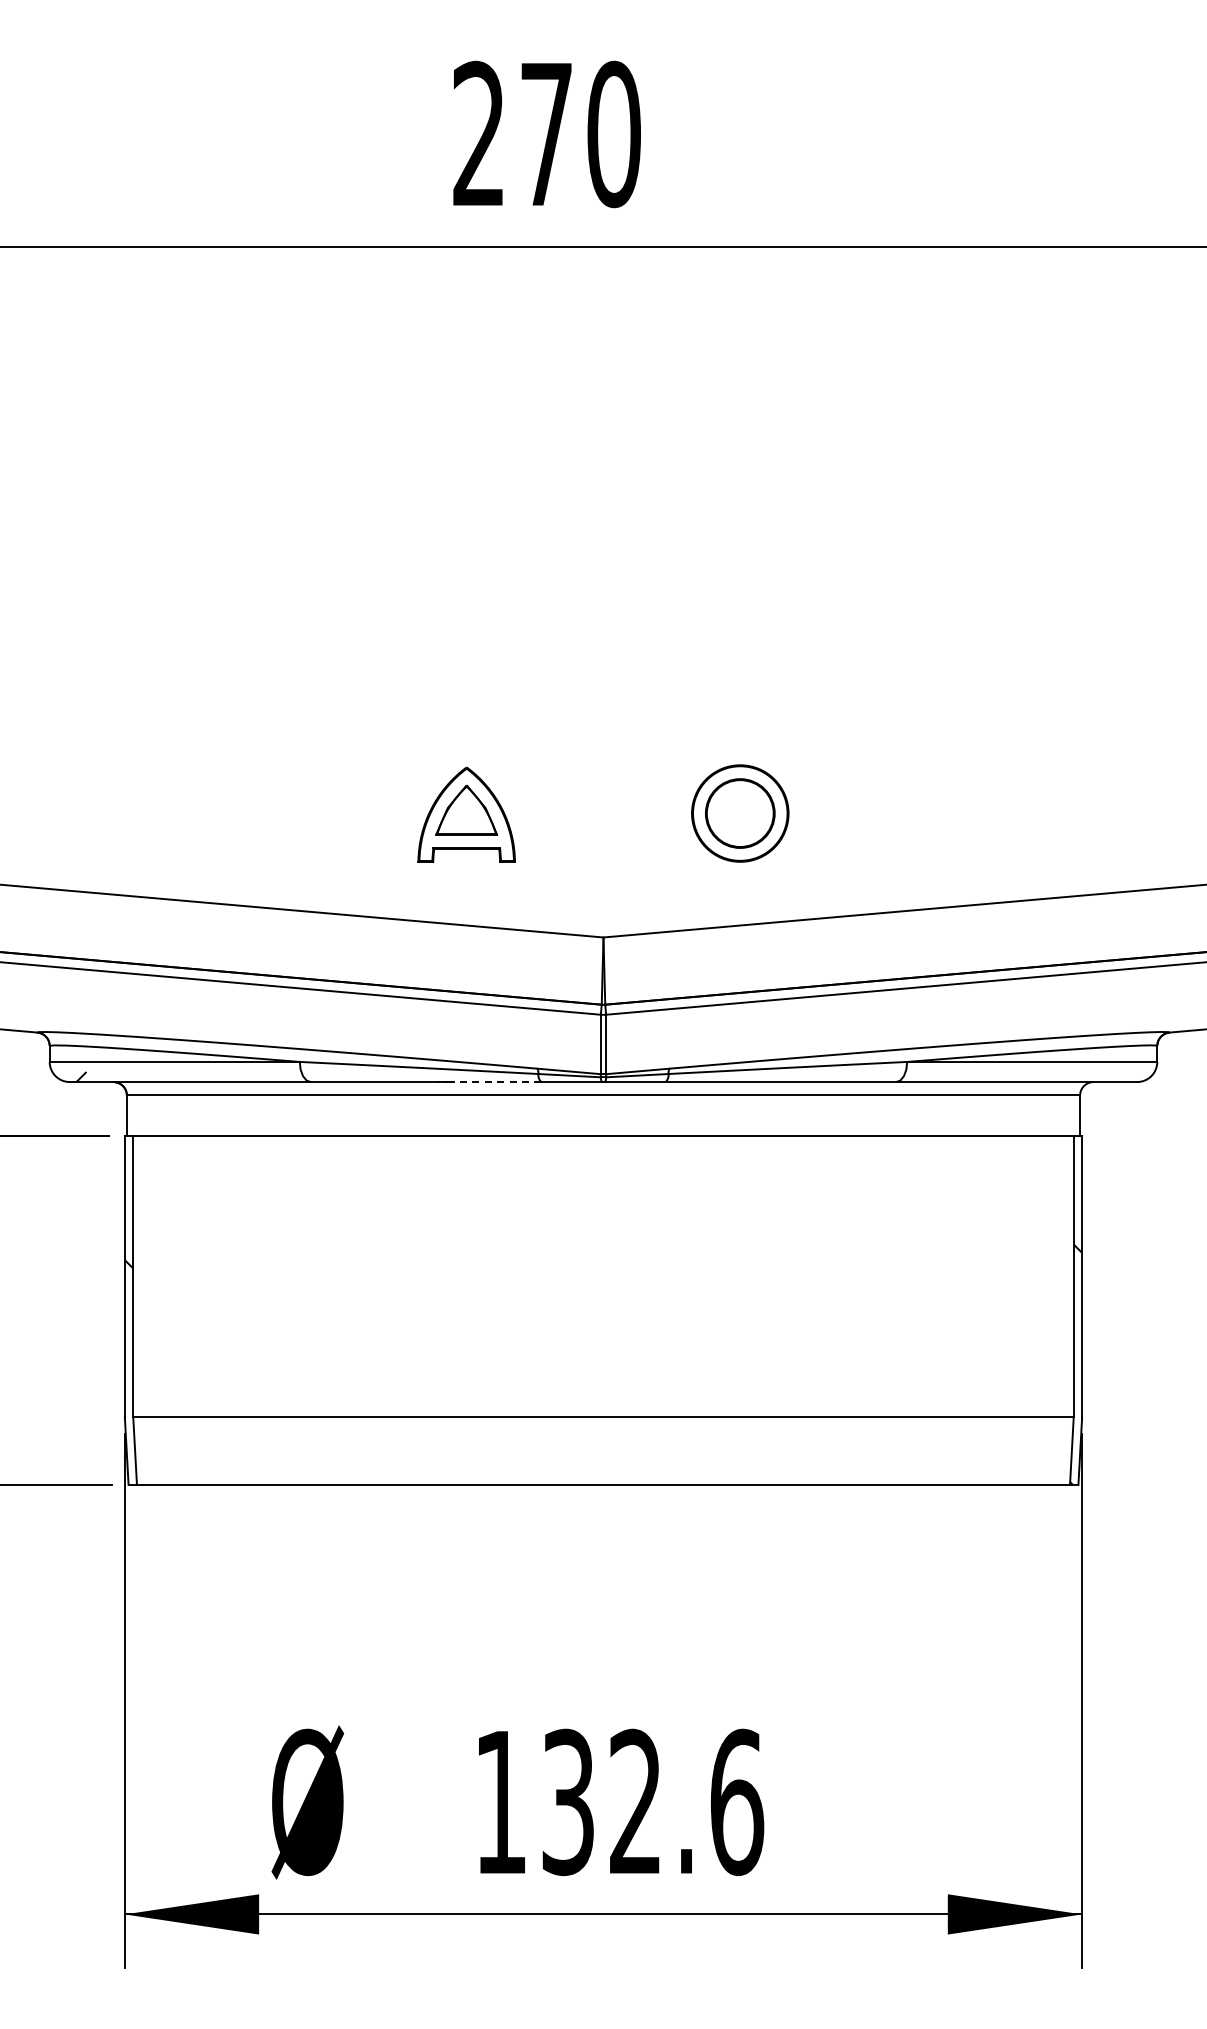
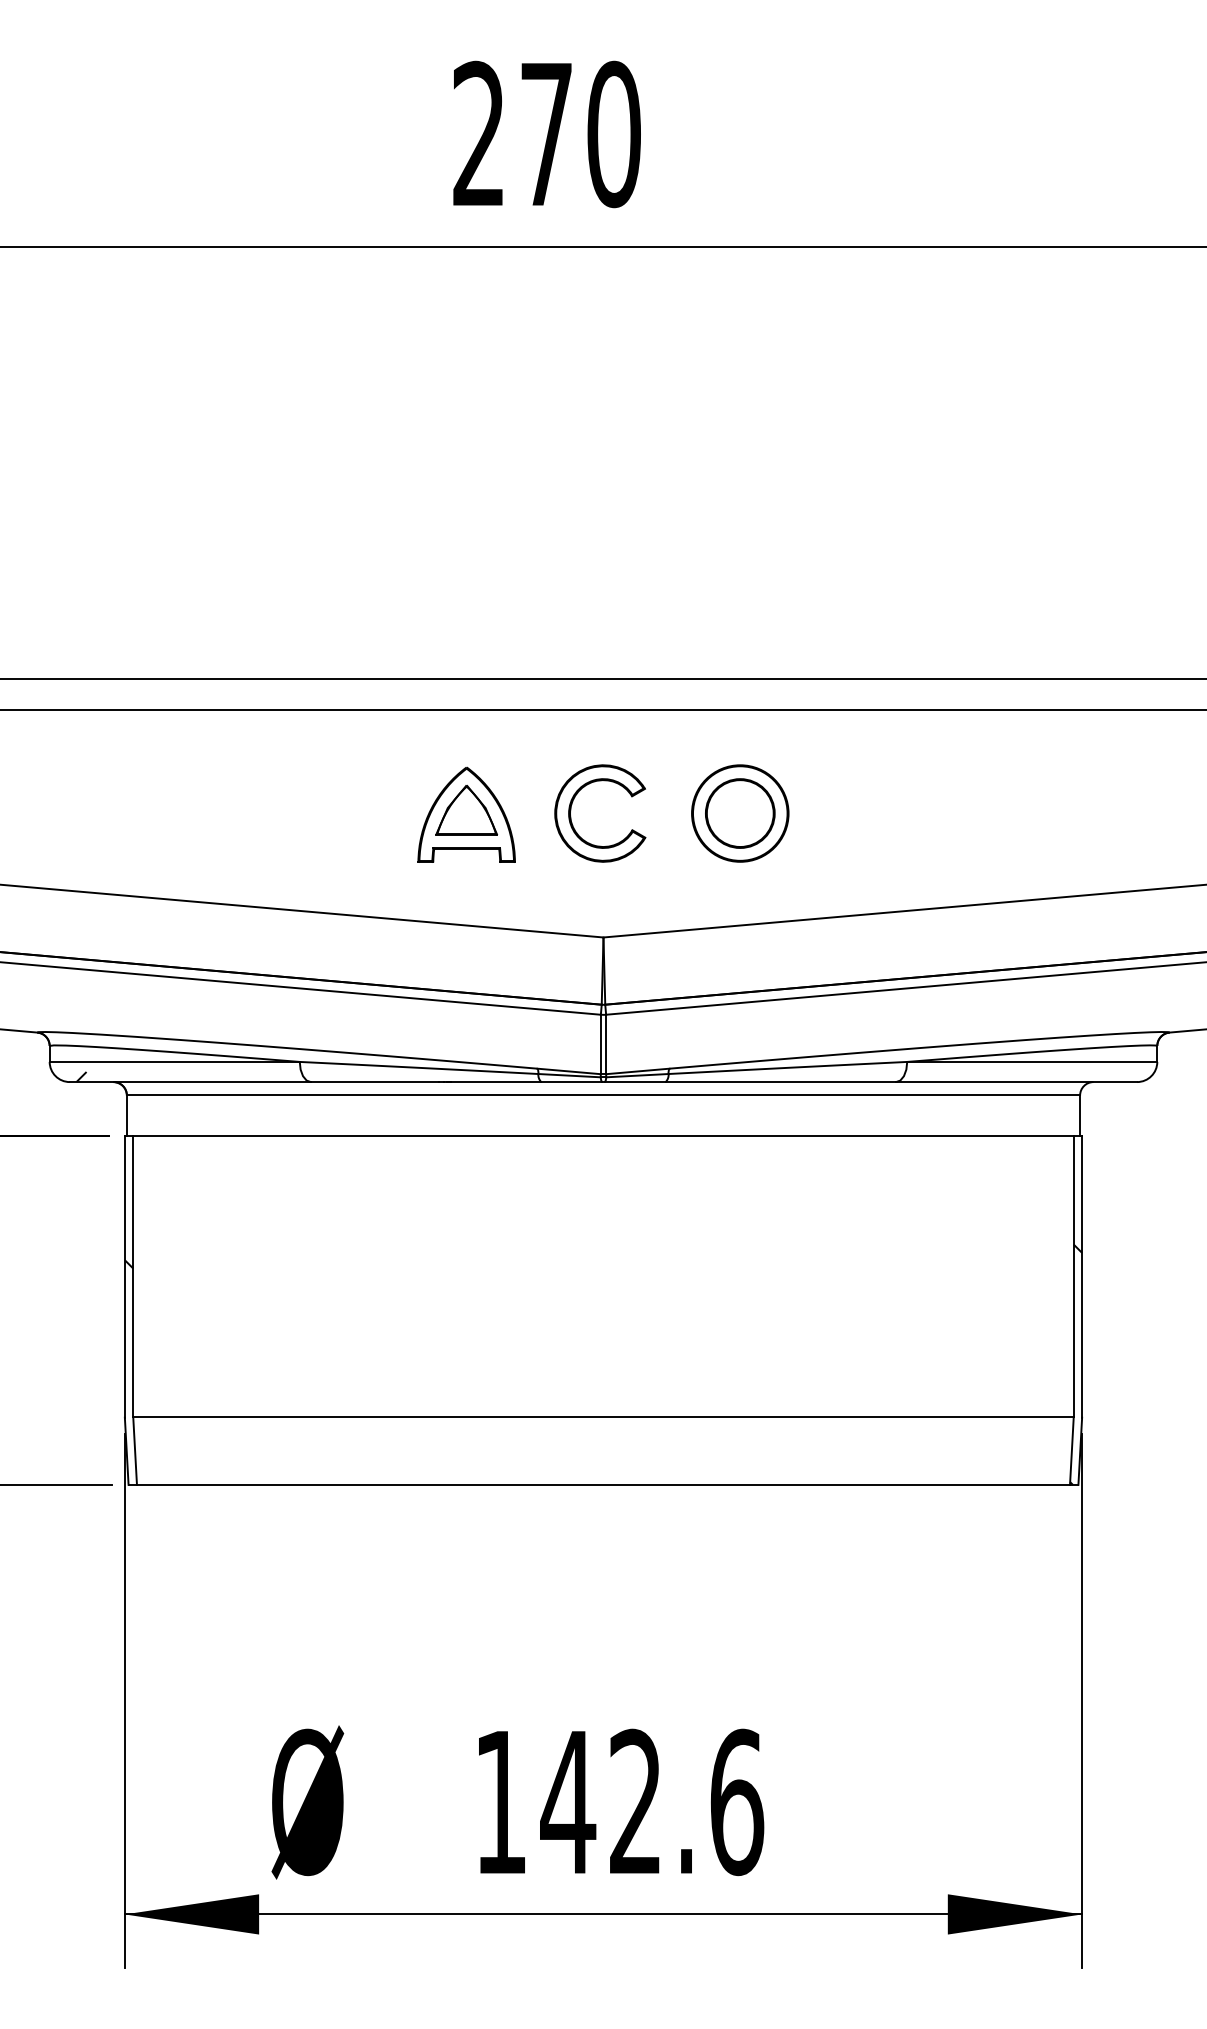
line at (602, 679): none -> present
line at (602, 709): none -> present
part at (571, 810): none -> present
line at (495, 1082): dashed -> solid
text at (568, 1802): 132.6 -> 142.6
